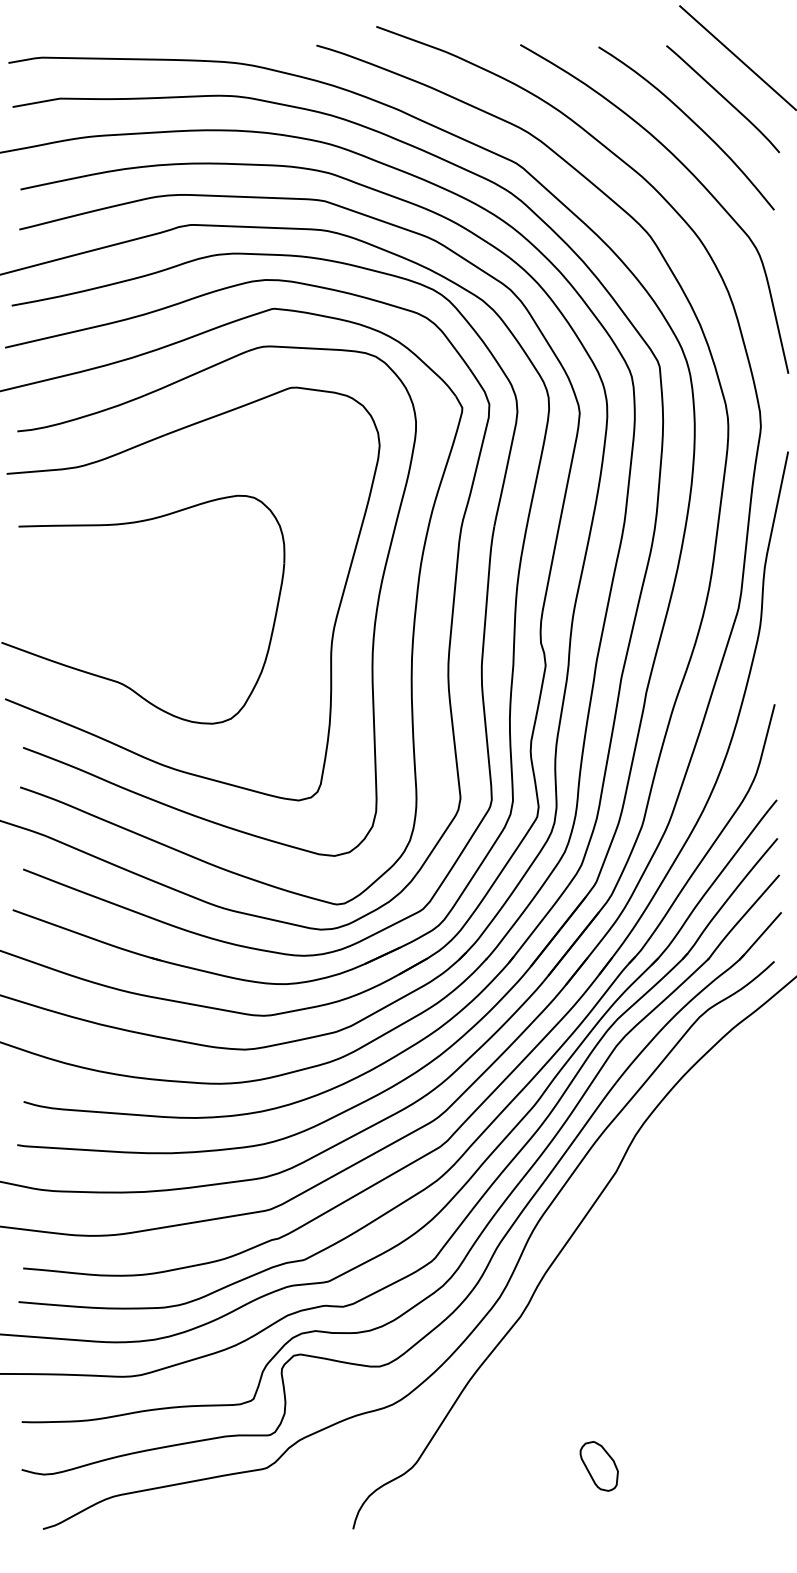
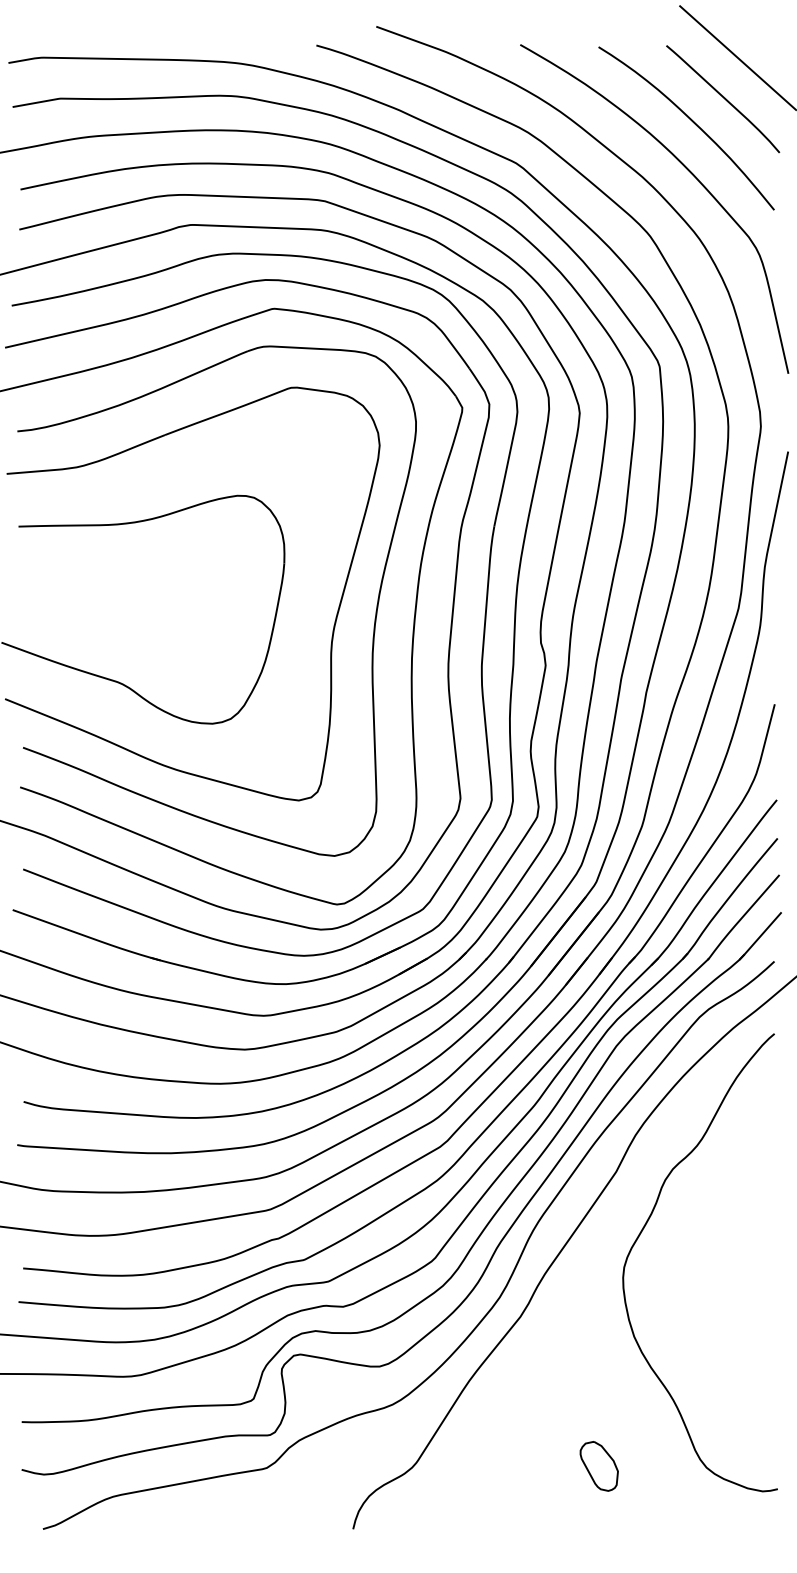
curve at (643, 1230): none -> present
